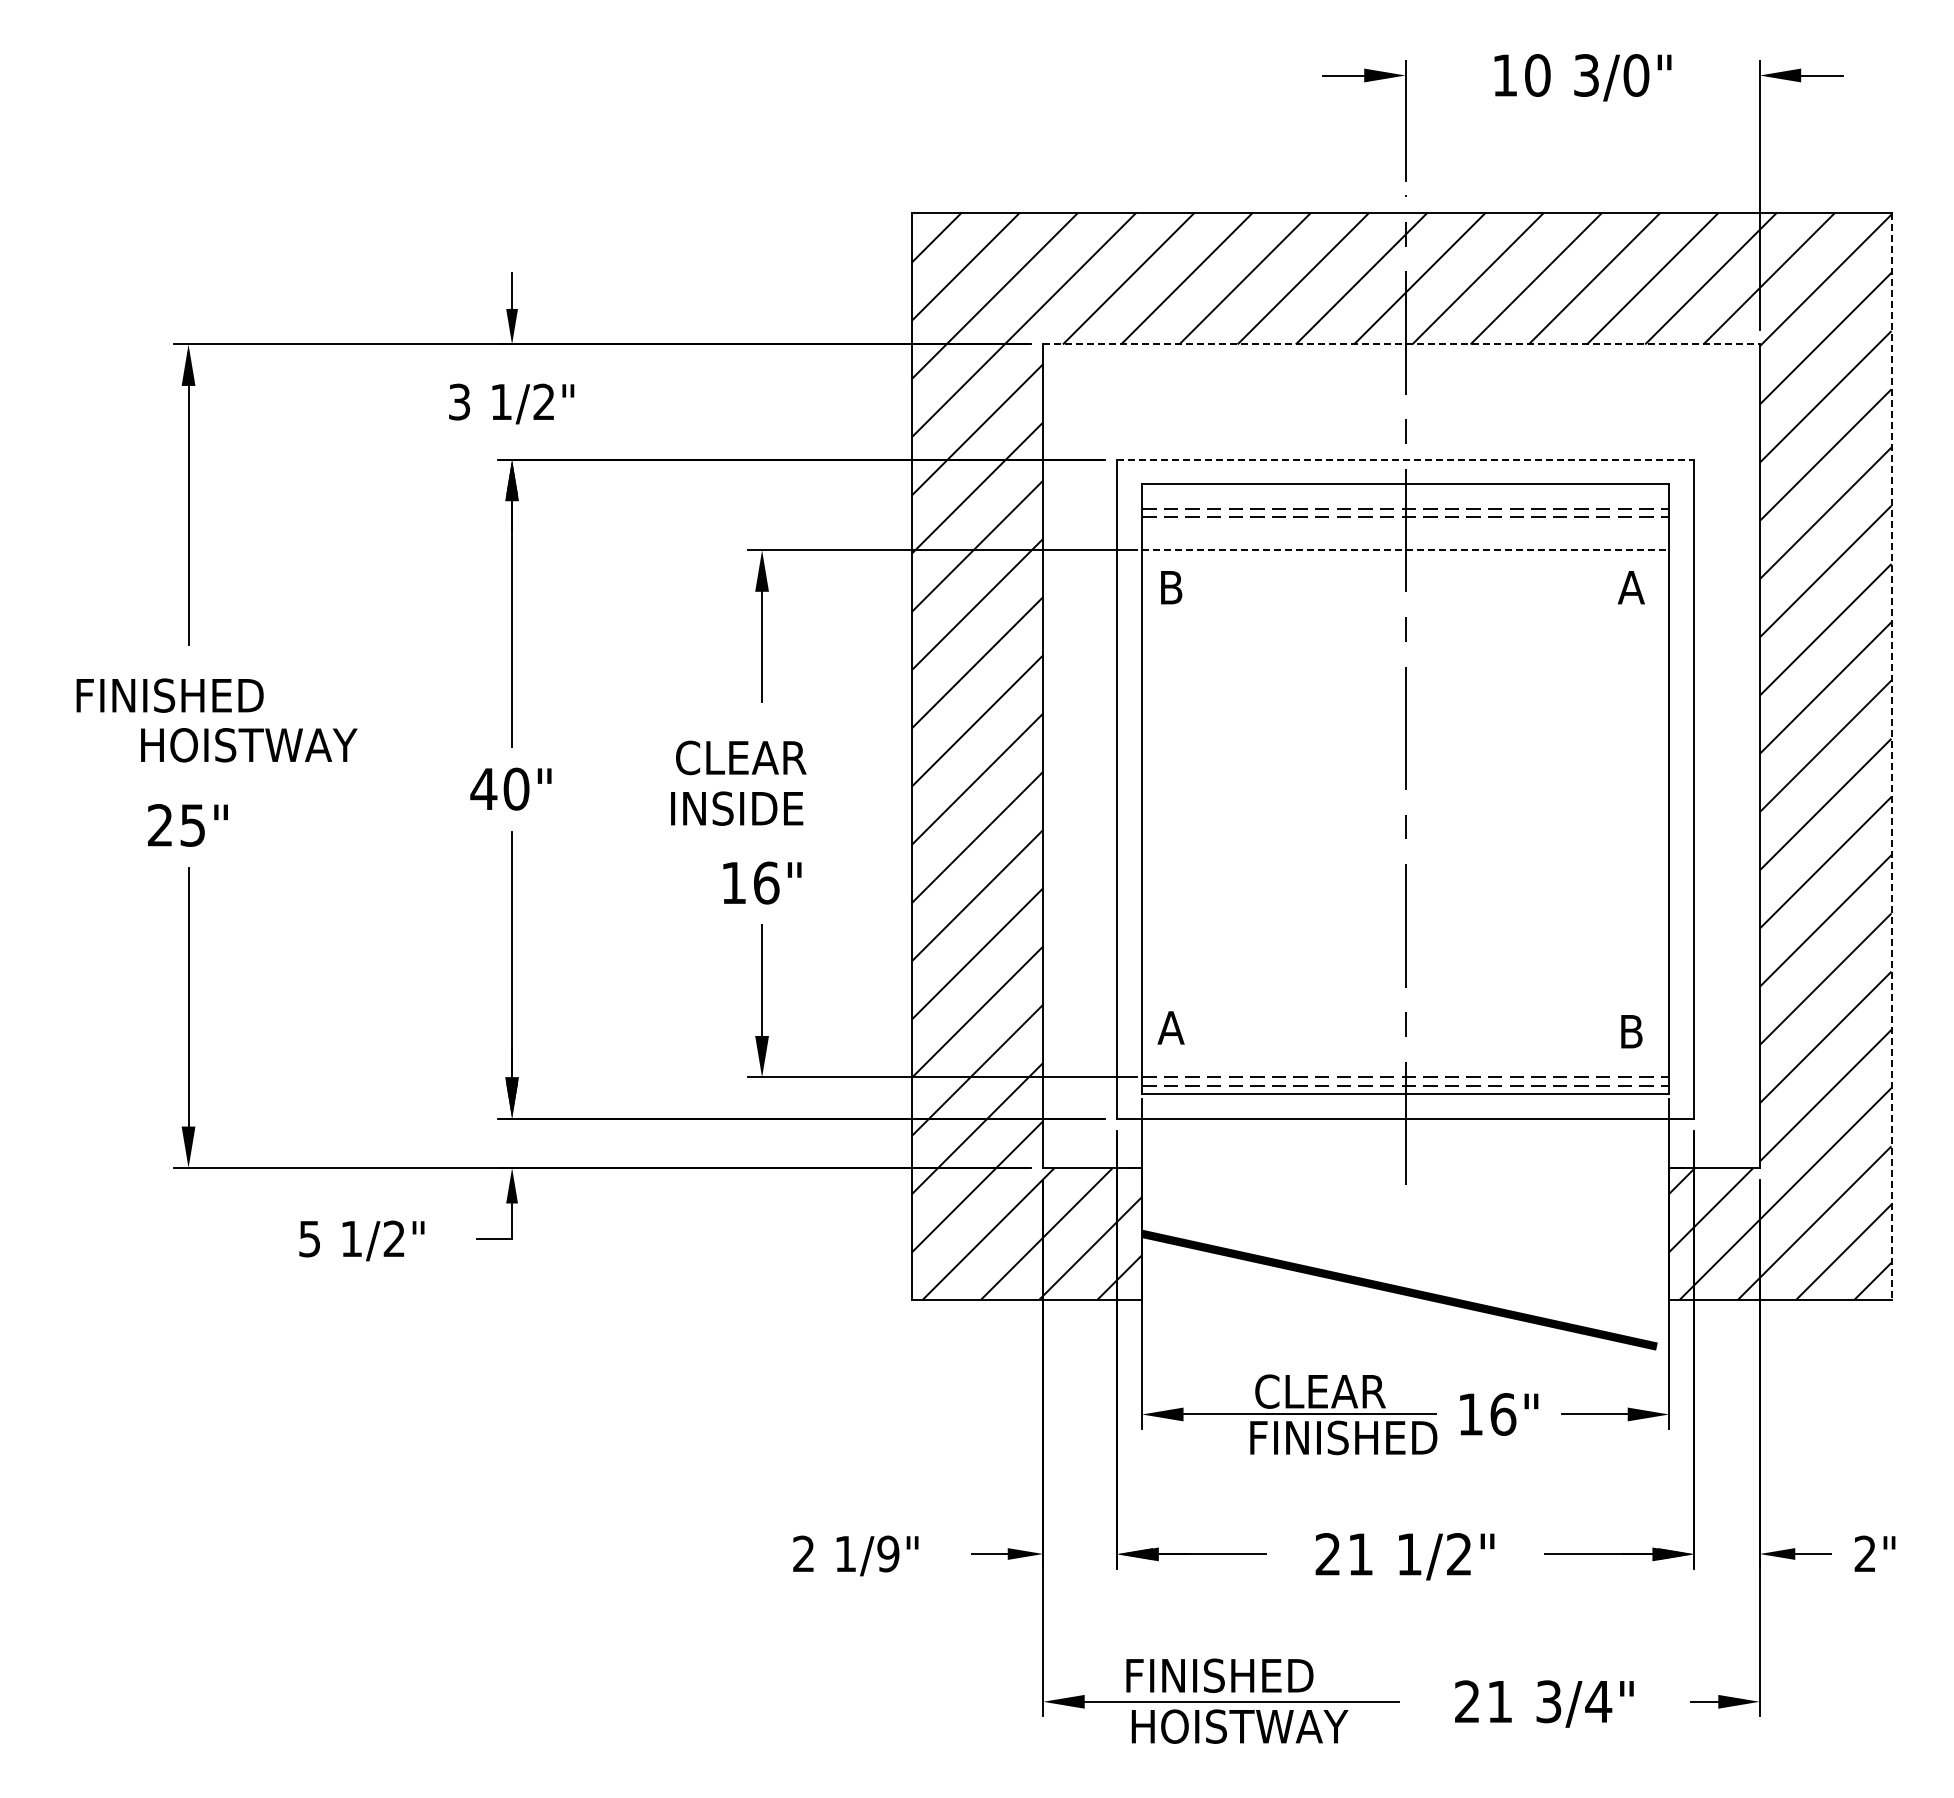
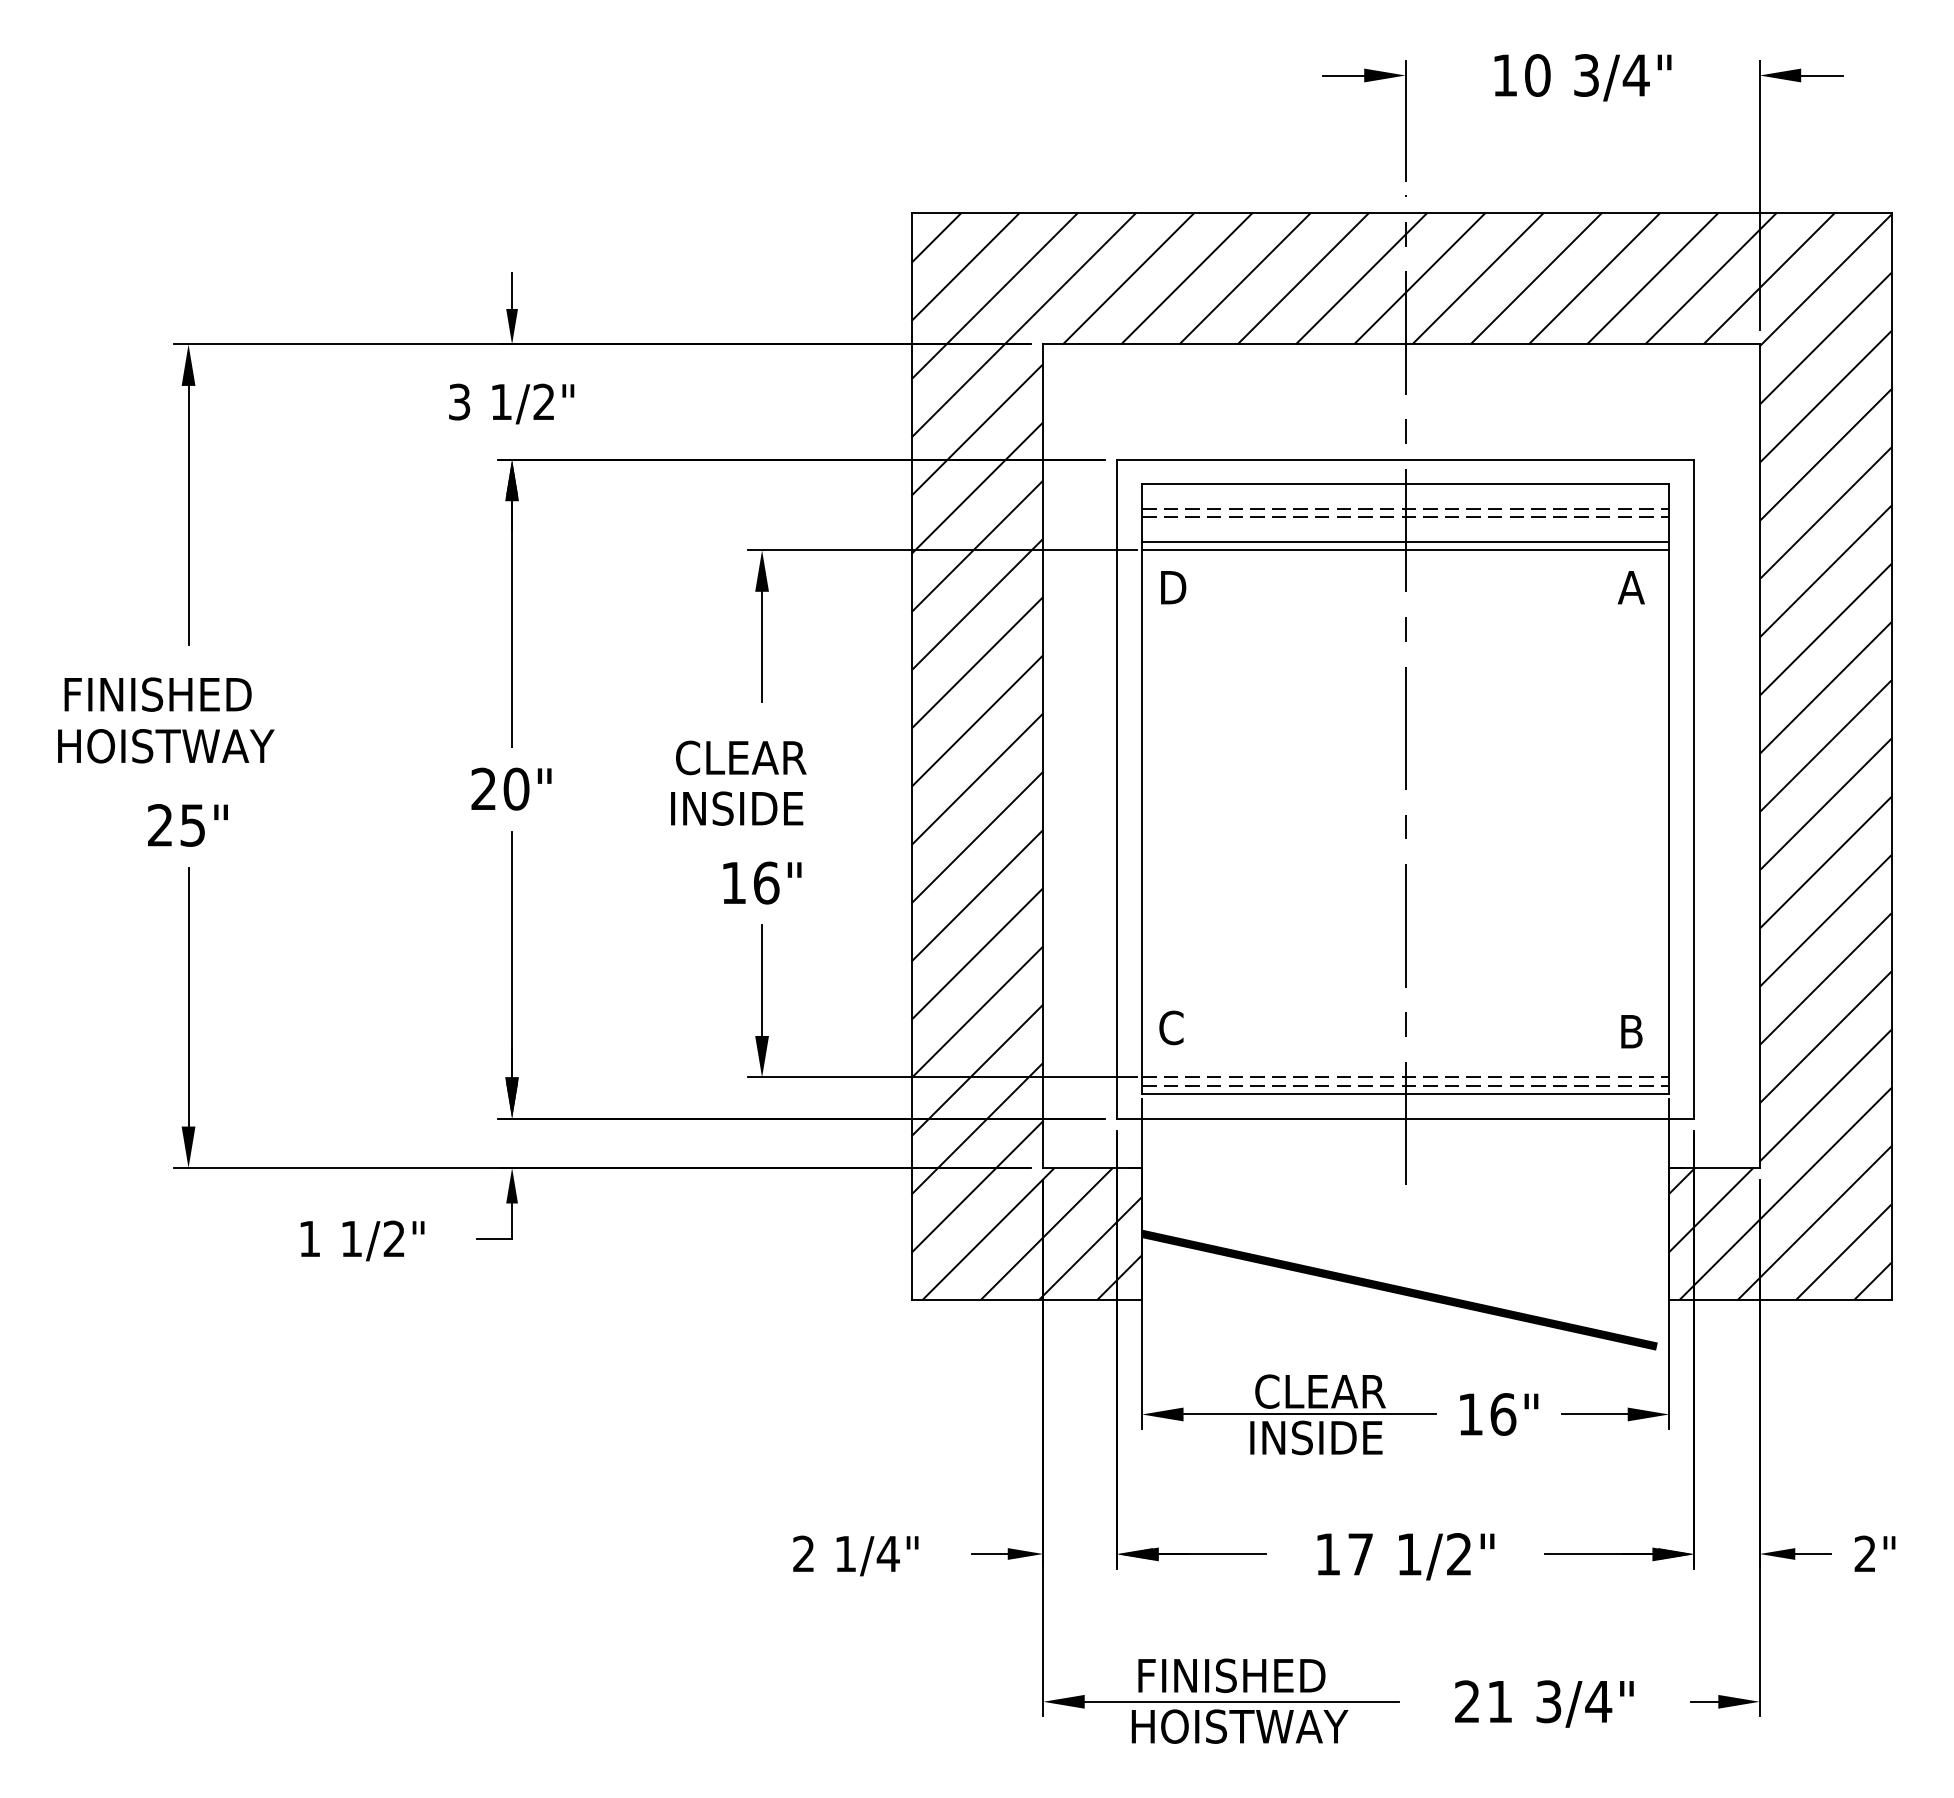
text at (1635, 75): 3/0" -> 3/4"
line at (1402, 344): dashed -> solid
line at (1406, 459): dashed -> solid
line at (1405, 542): none -> present
line at (1405, 550): dashed -> solid
text at (1175, 587): B -> D
text at (169, 695) position: (169, 695) -> (157, 694)
text at (249, 745) position: (249, 745) -> (166, 746)
line at (1891, 756): dashed -> solid
text at (483, 788): 40" -> 20"
text at (1170, 1027): A -> C
text at (309, 1239): 5 -> 1
text at (1345, 1437): FINISHED -> INSIDE
text at (887, 1553): 1/9" -> 1/4"
text at (1343, 1554): 21 -> 17
text at (1219, 1675) position: (1219, 1675) -> (1231, 1675)
